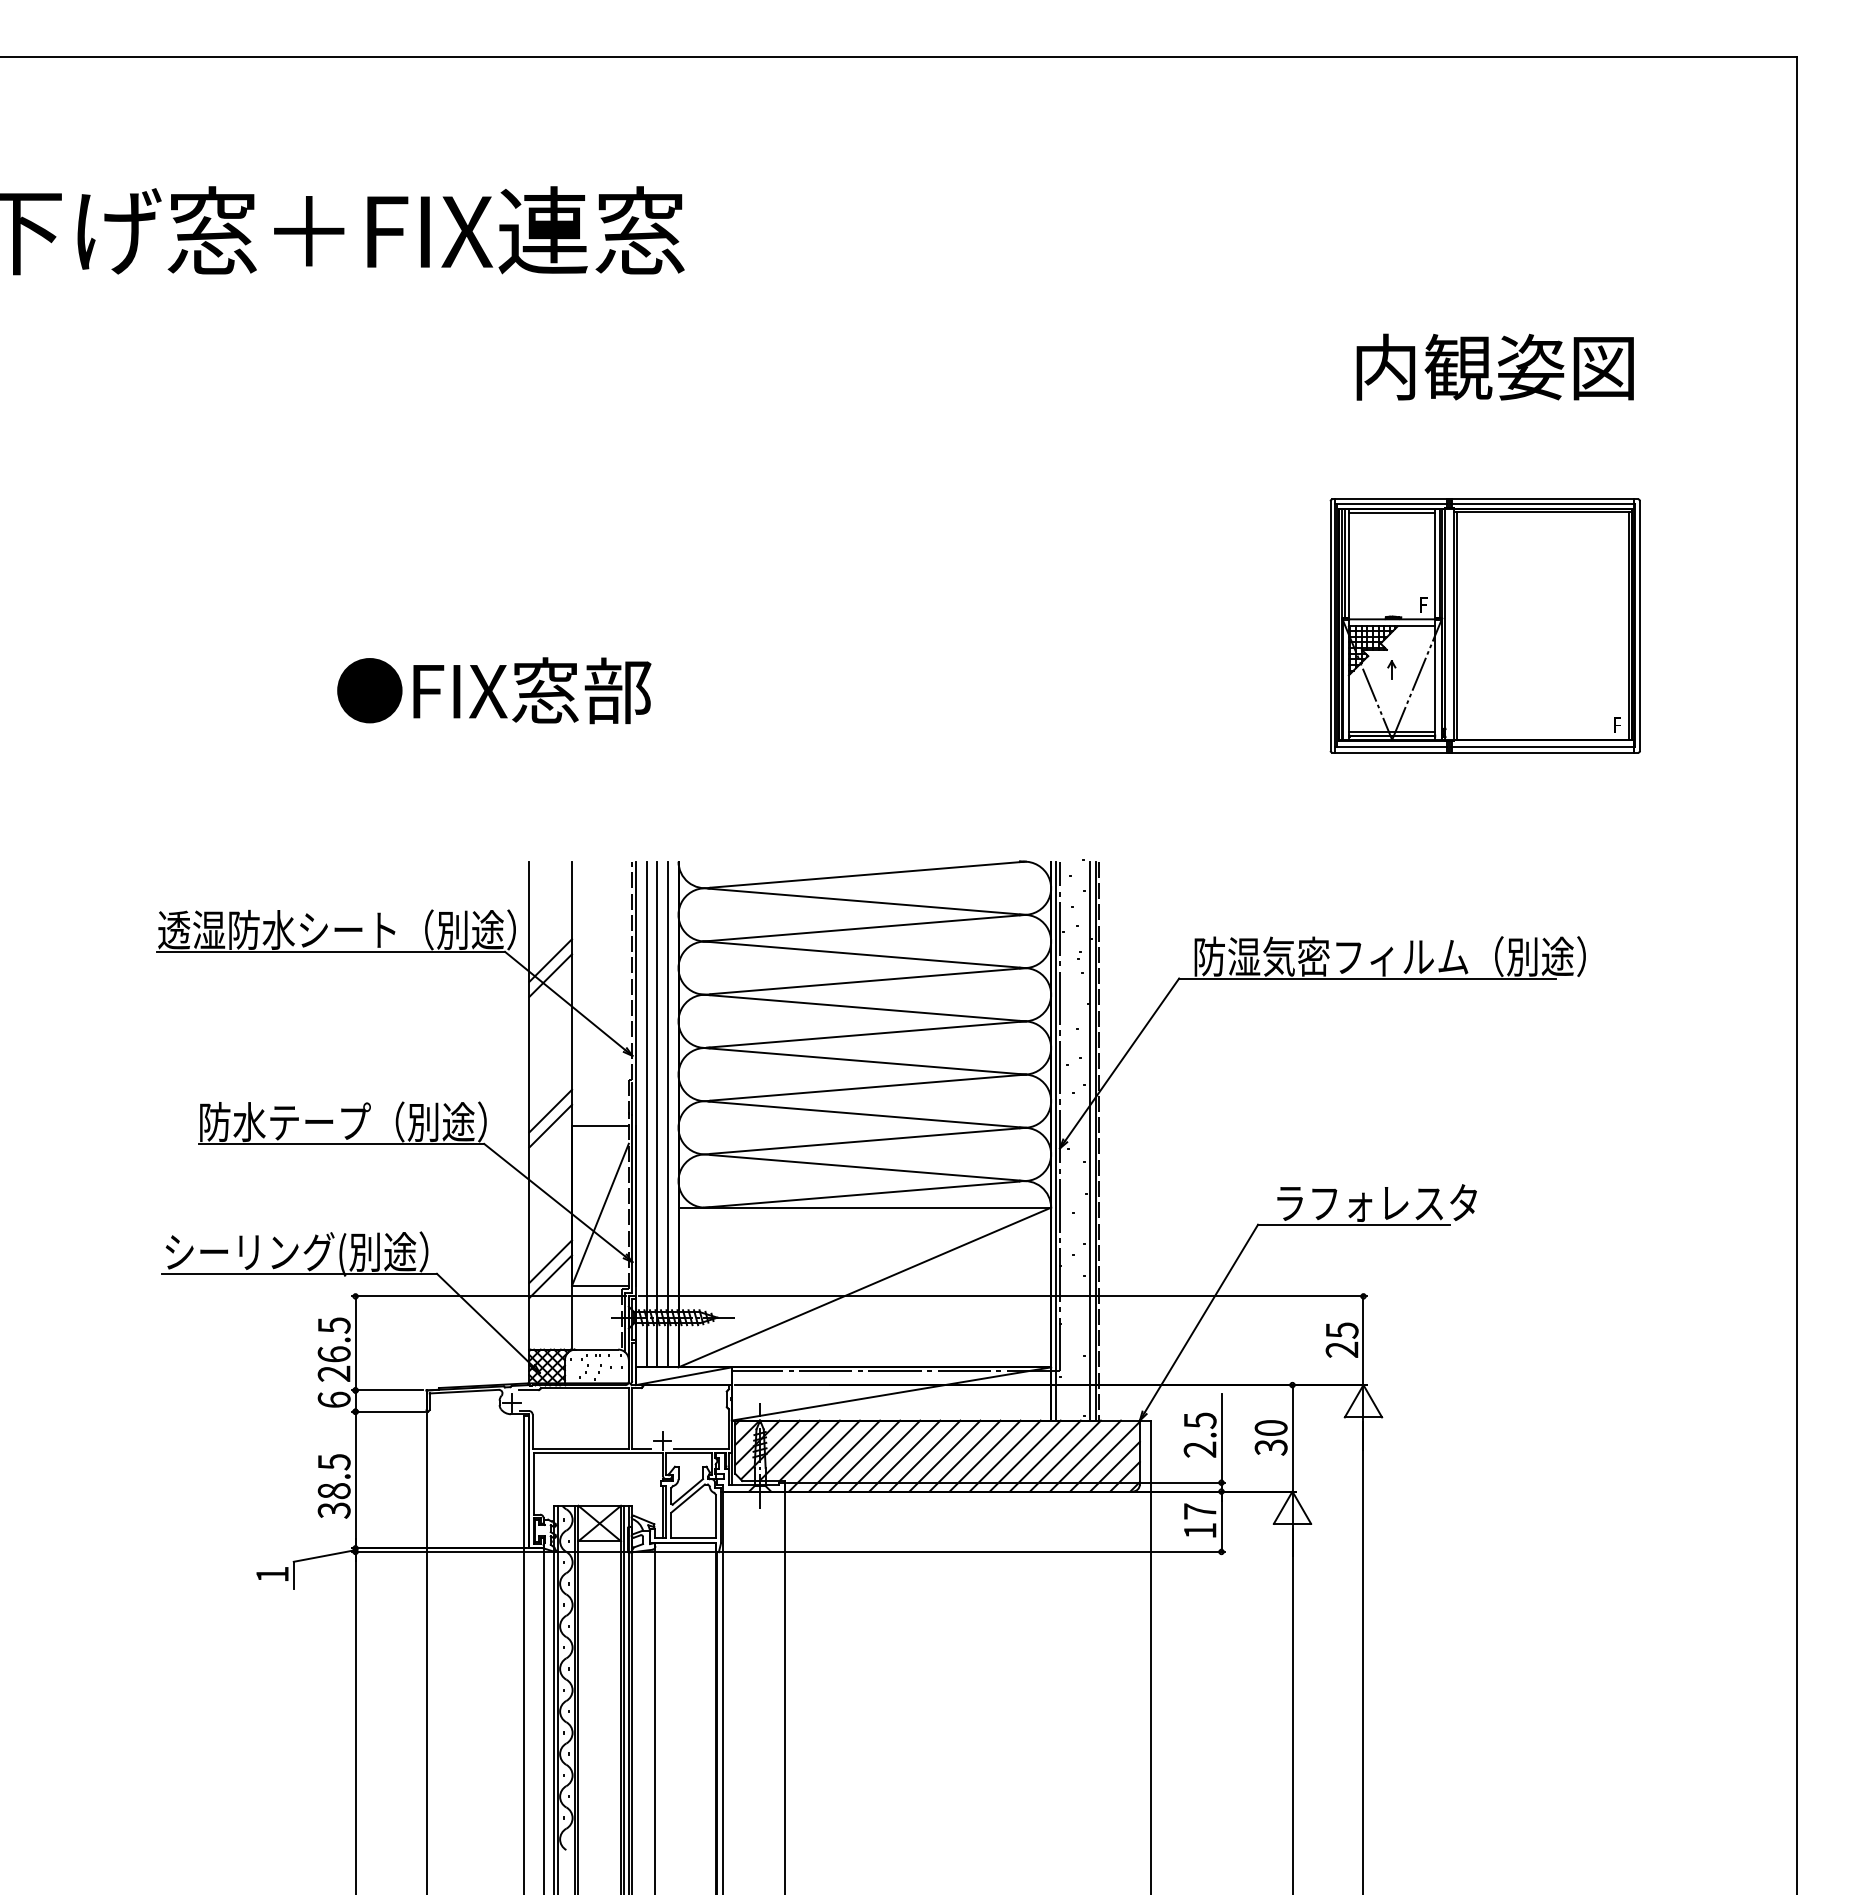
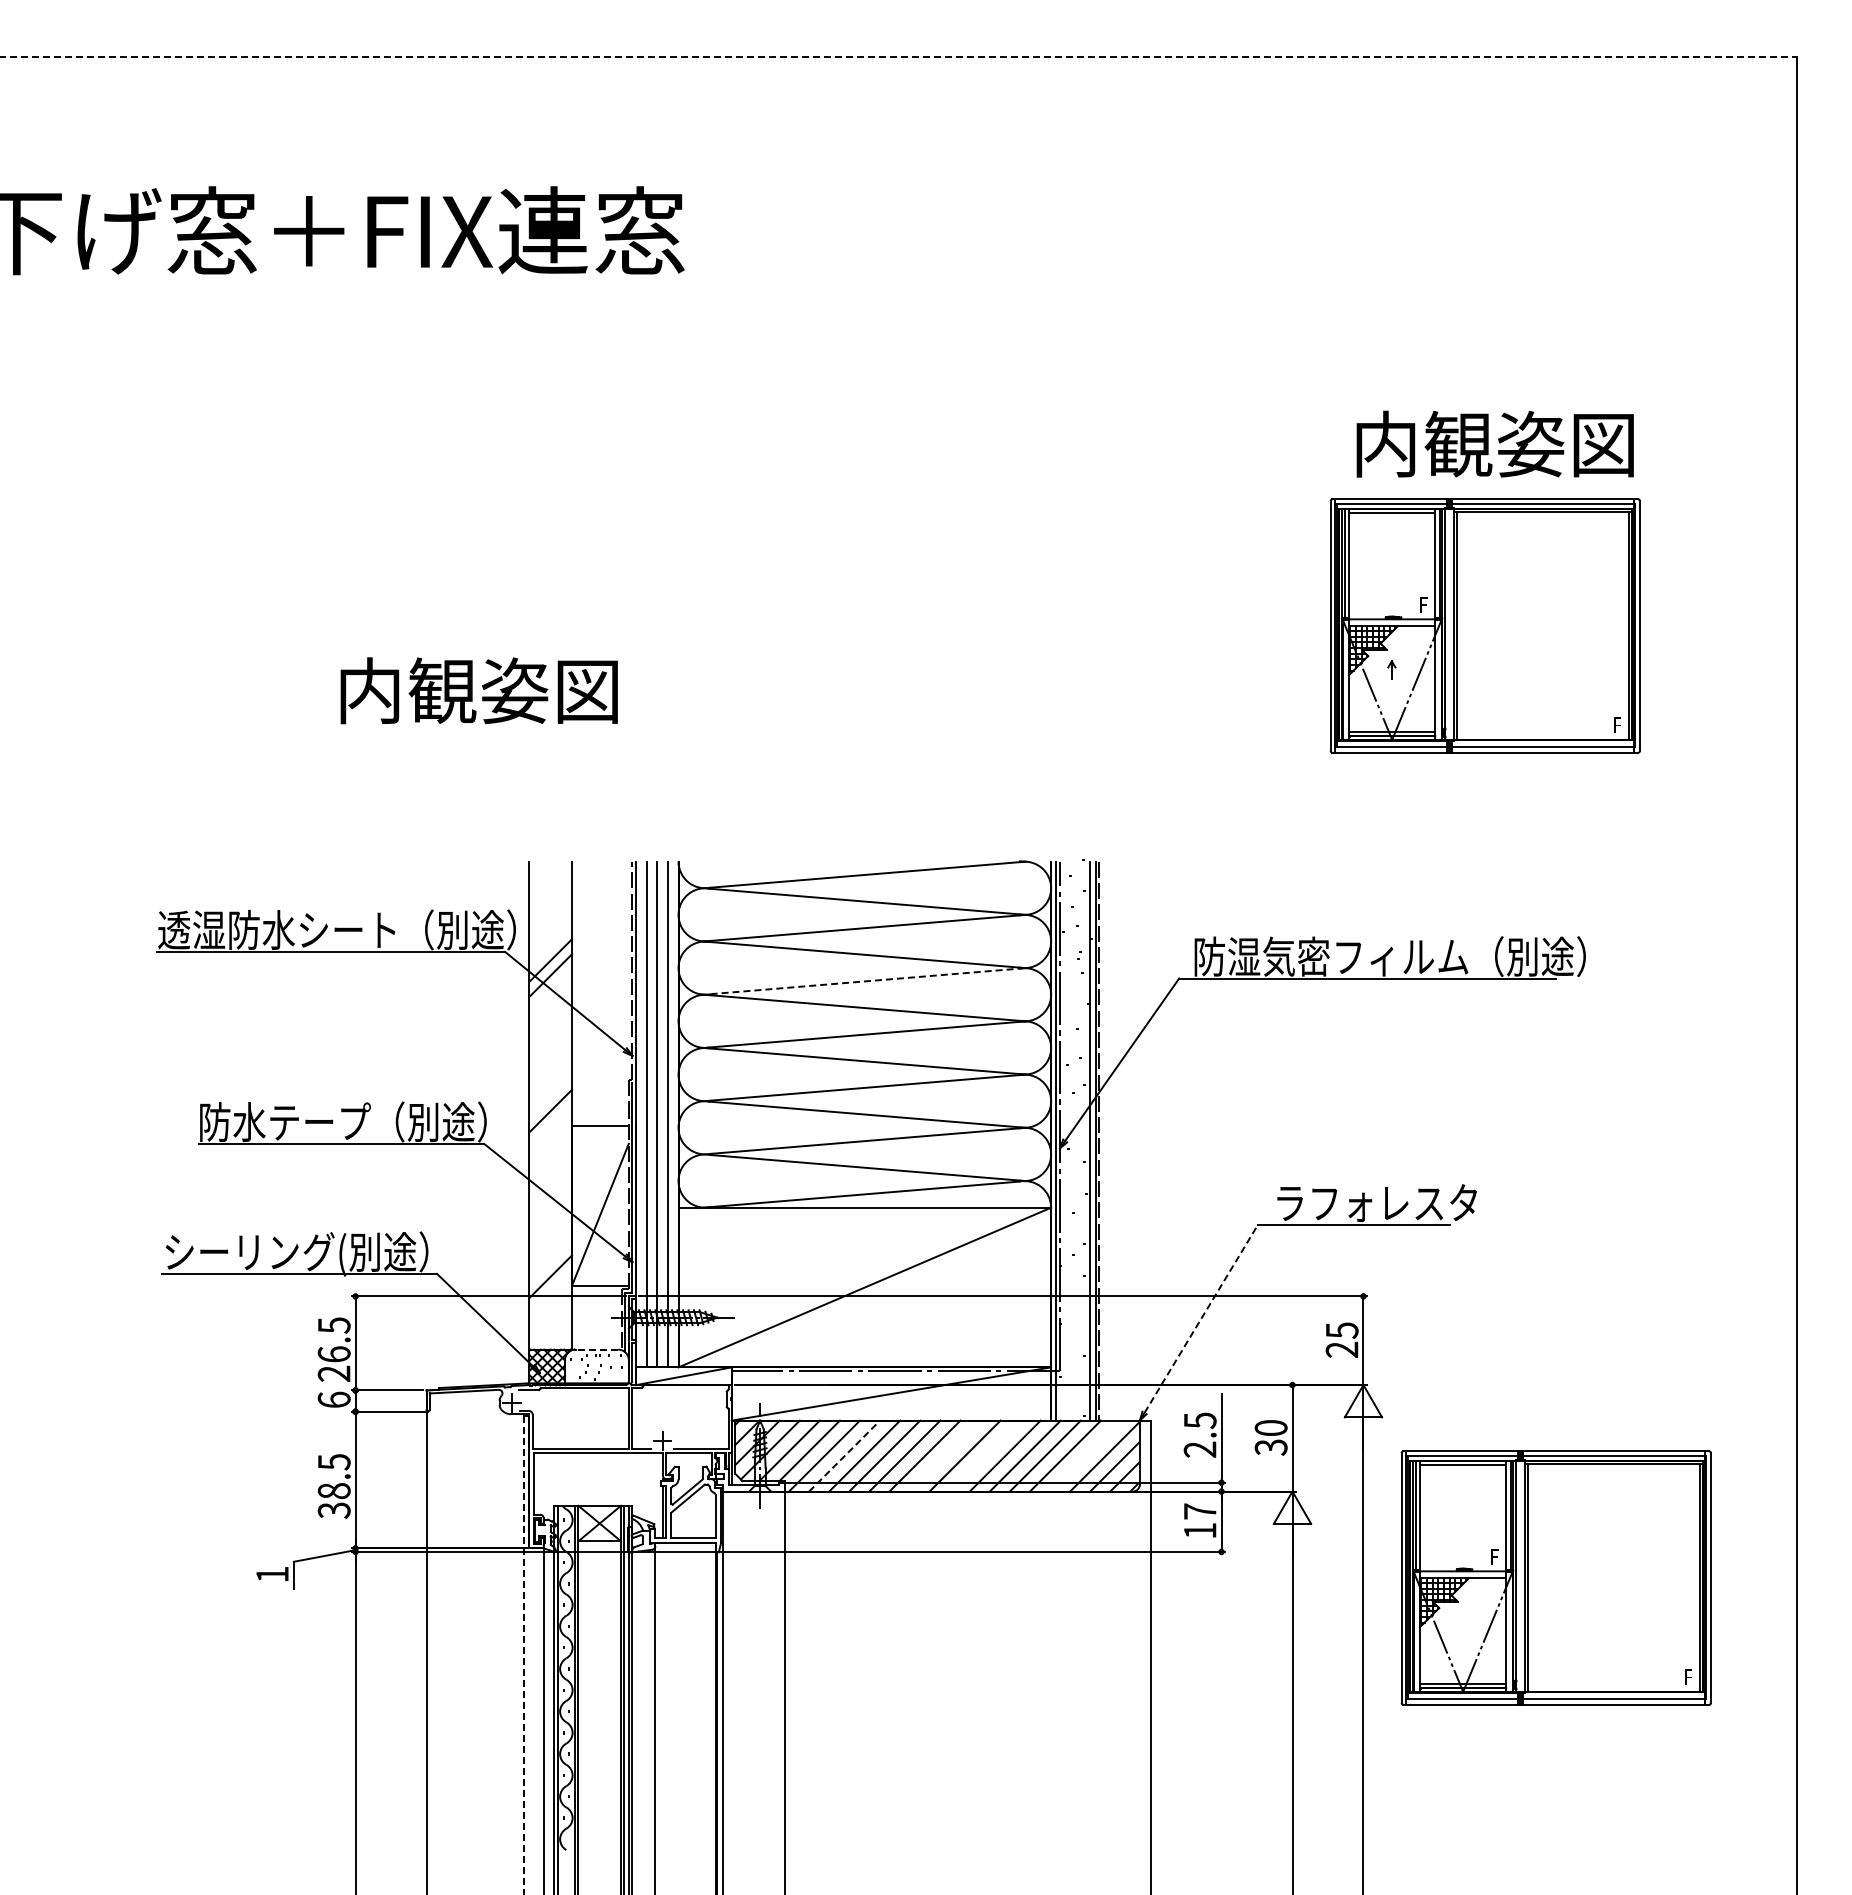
line at (898, 56): solid -> dashed
text at (1494, 366) position: (1494, 366) -> (1494, 443)
text at (494, 690): ●FIX窓部 -> 内観姿図
line at (868, 981): solid -> dashed
line at (550, 1125): present -> none
line at (550, 1261): present -> none
line at (1201, 1318): solid -> dashed
line at (596, 1349): solid -> dashed
line at (844, 1455): solid -> dashed
line at (944, 1455): present -> none
line at (984, 1455): present -> none
line at (1085, 1455): present -> none
part at (1555, 1577): none -> present
line at (524, 1655): solid -> dashed
